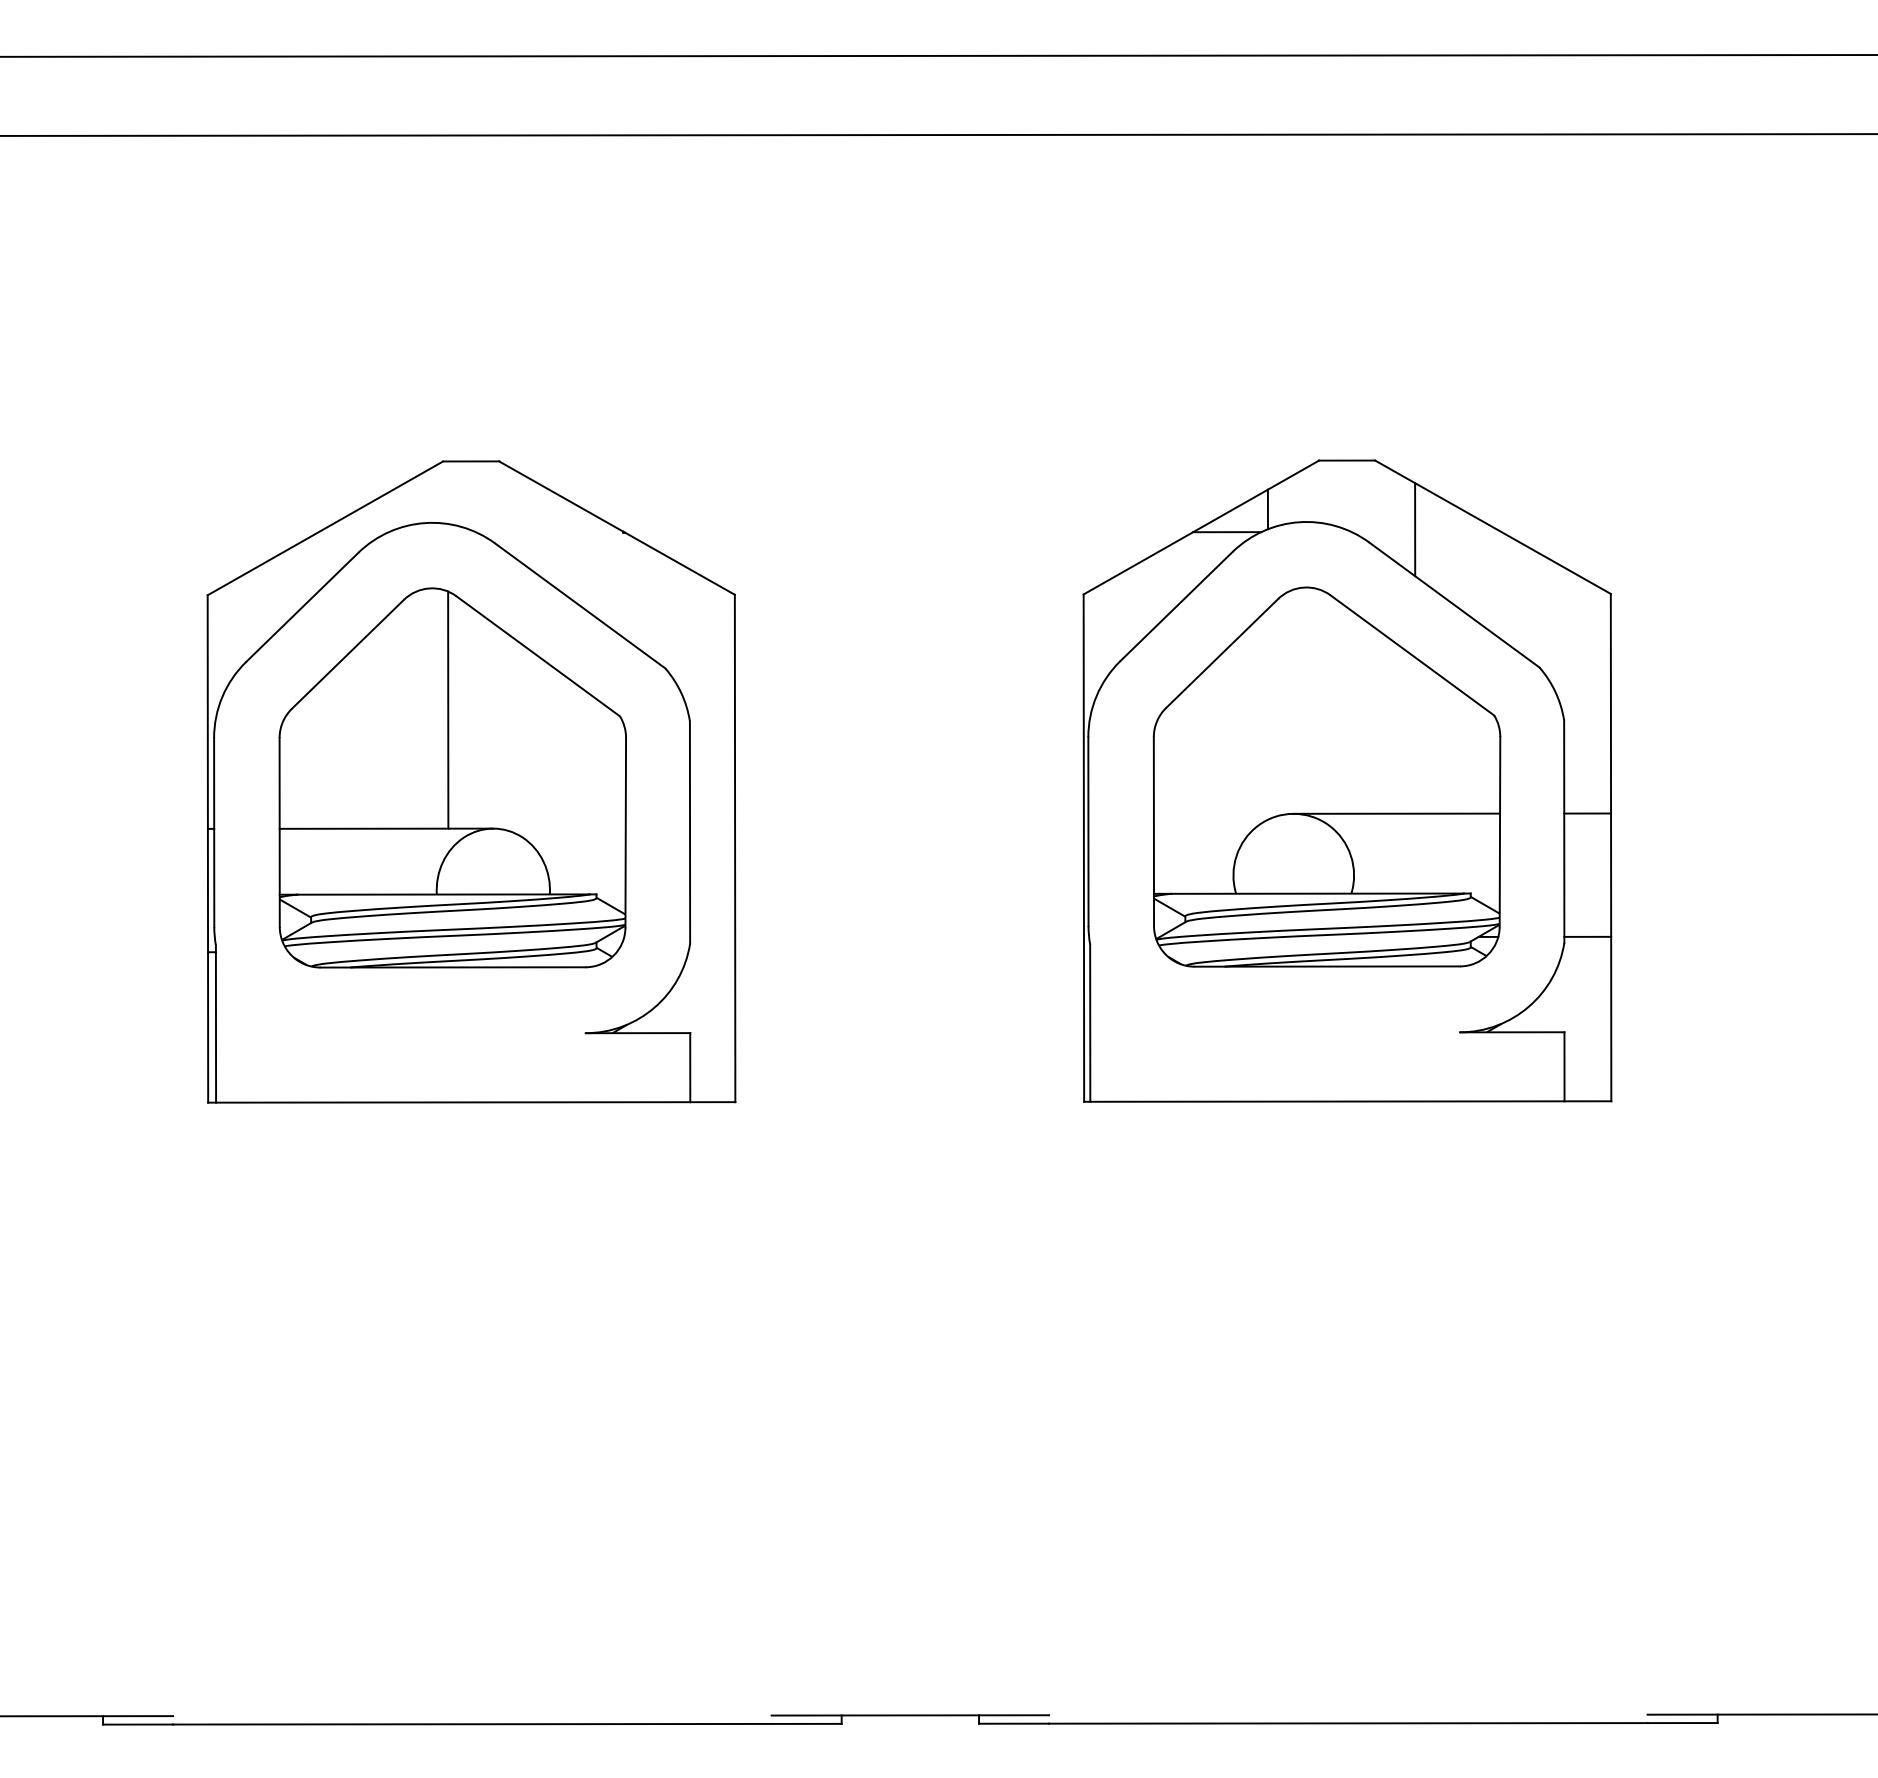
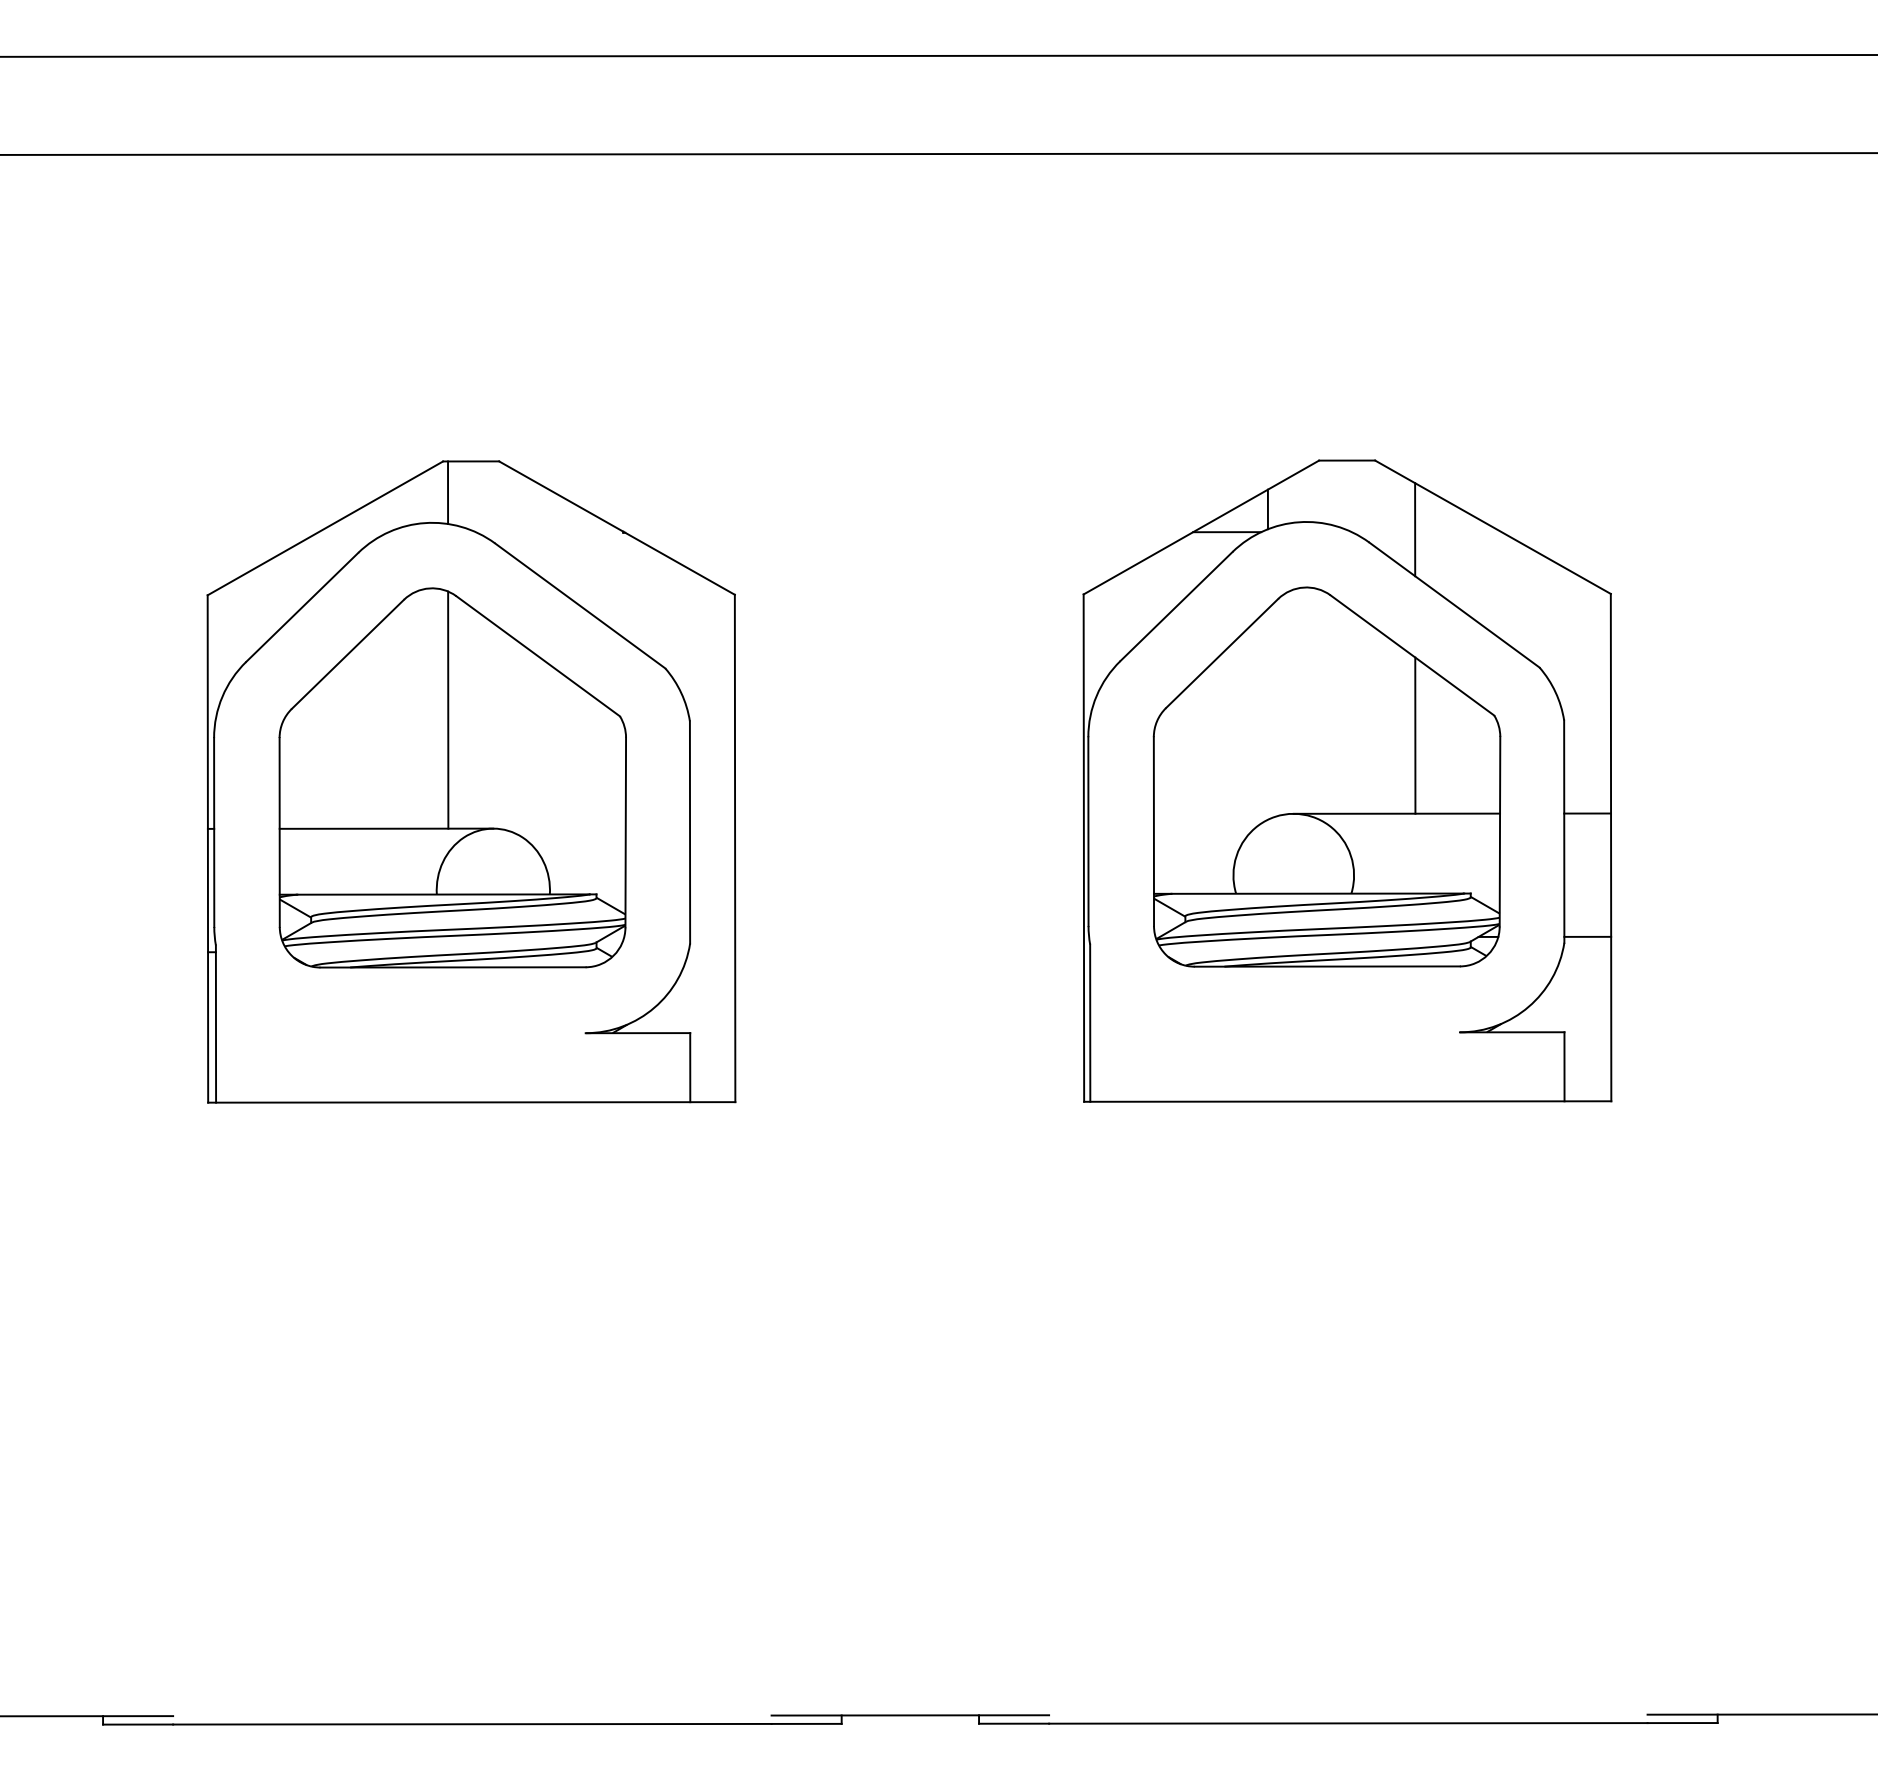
line at (938, 134) position: (938, 134) -> (938, 153)
line at (448, 492): none -> present
line at (1415, 735): none -> present
